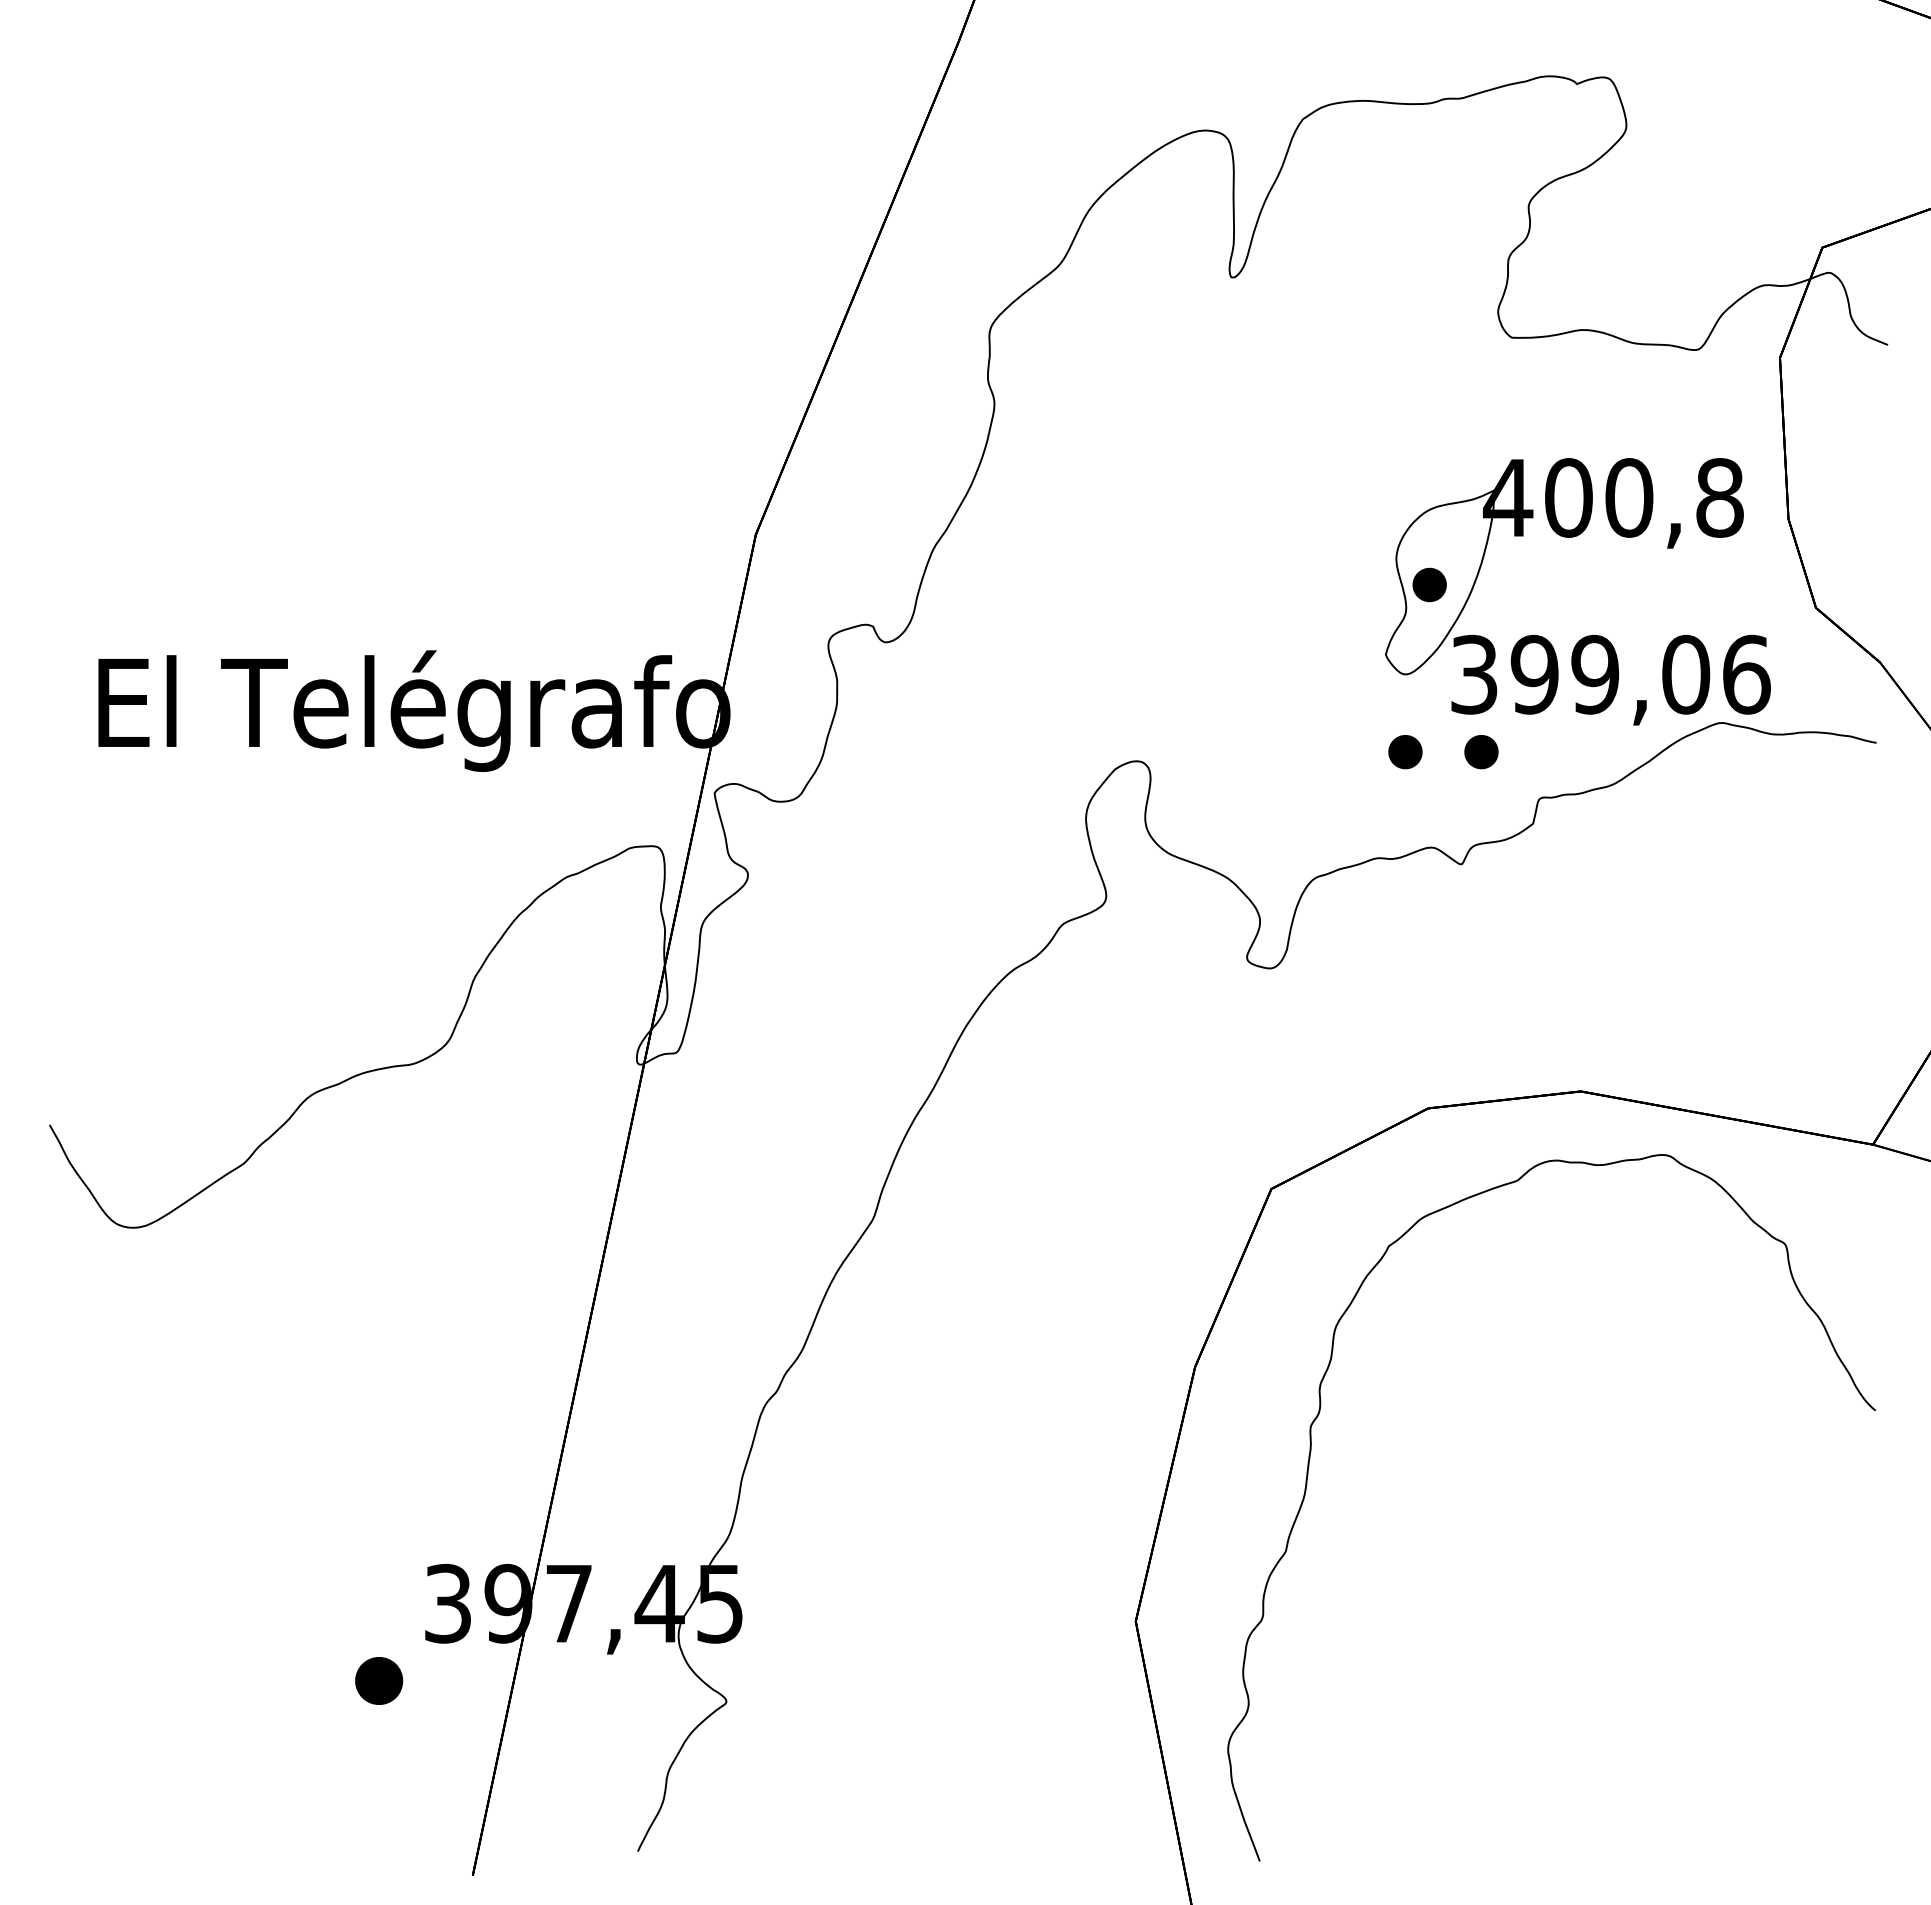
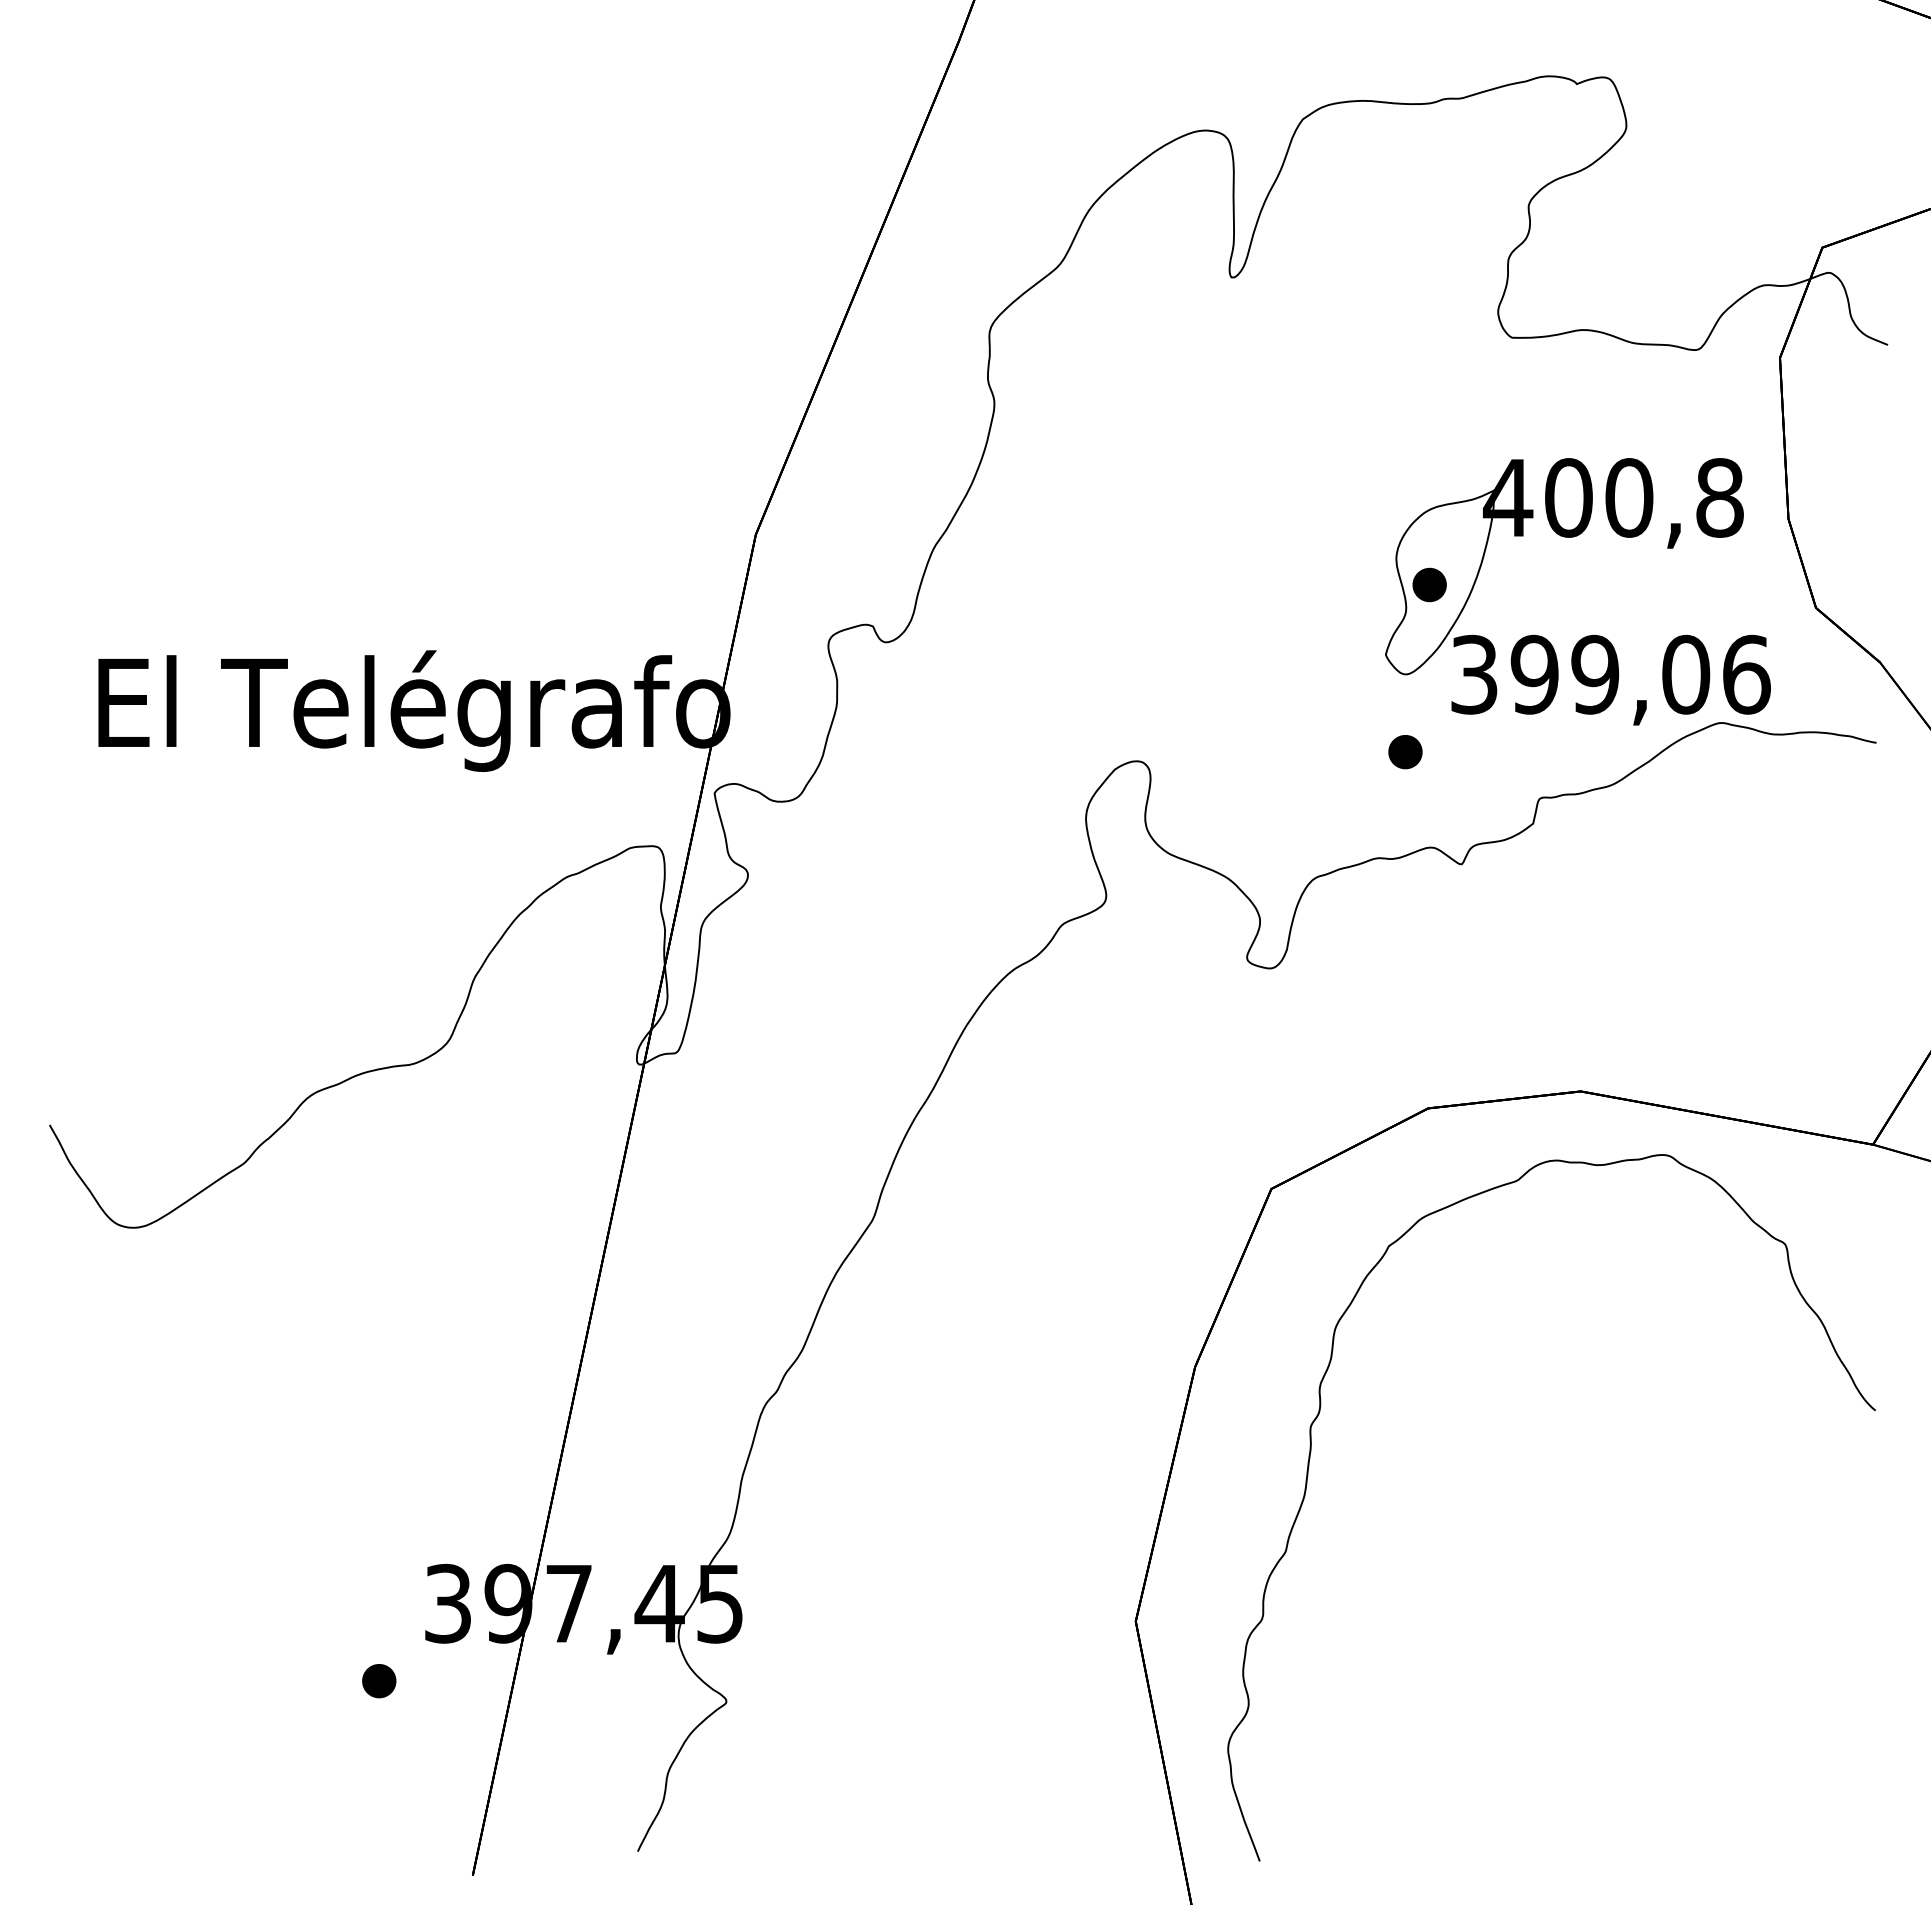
part at (1481, 752): present -> none
part at (379, 1680) size: 49x48 px -> 35x35 px
